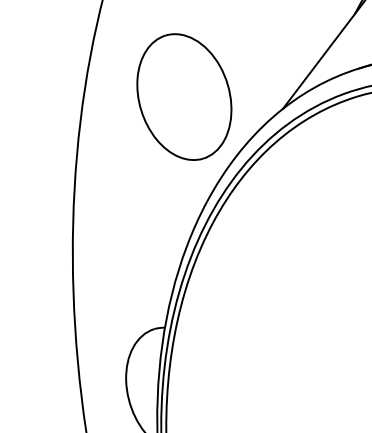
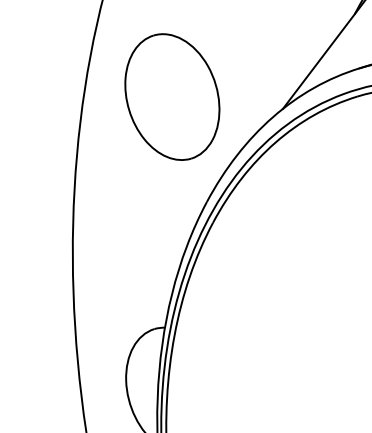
part at (184, 96) position: (184, 96) -> (172, 96)
